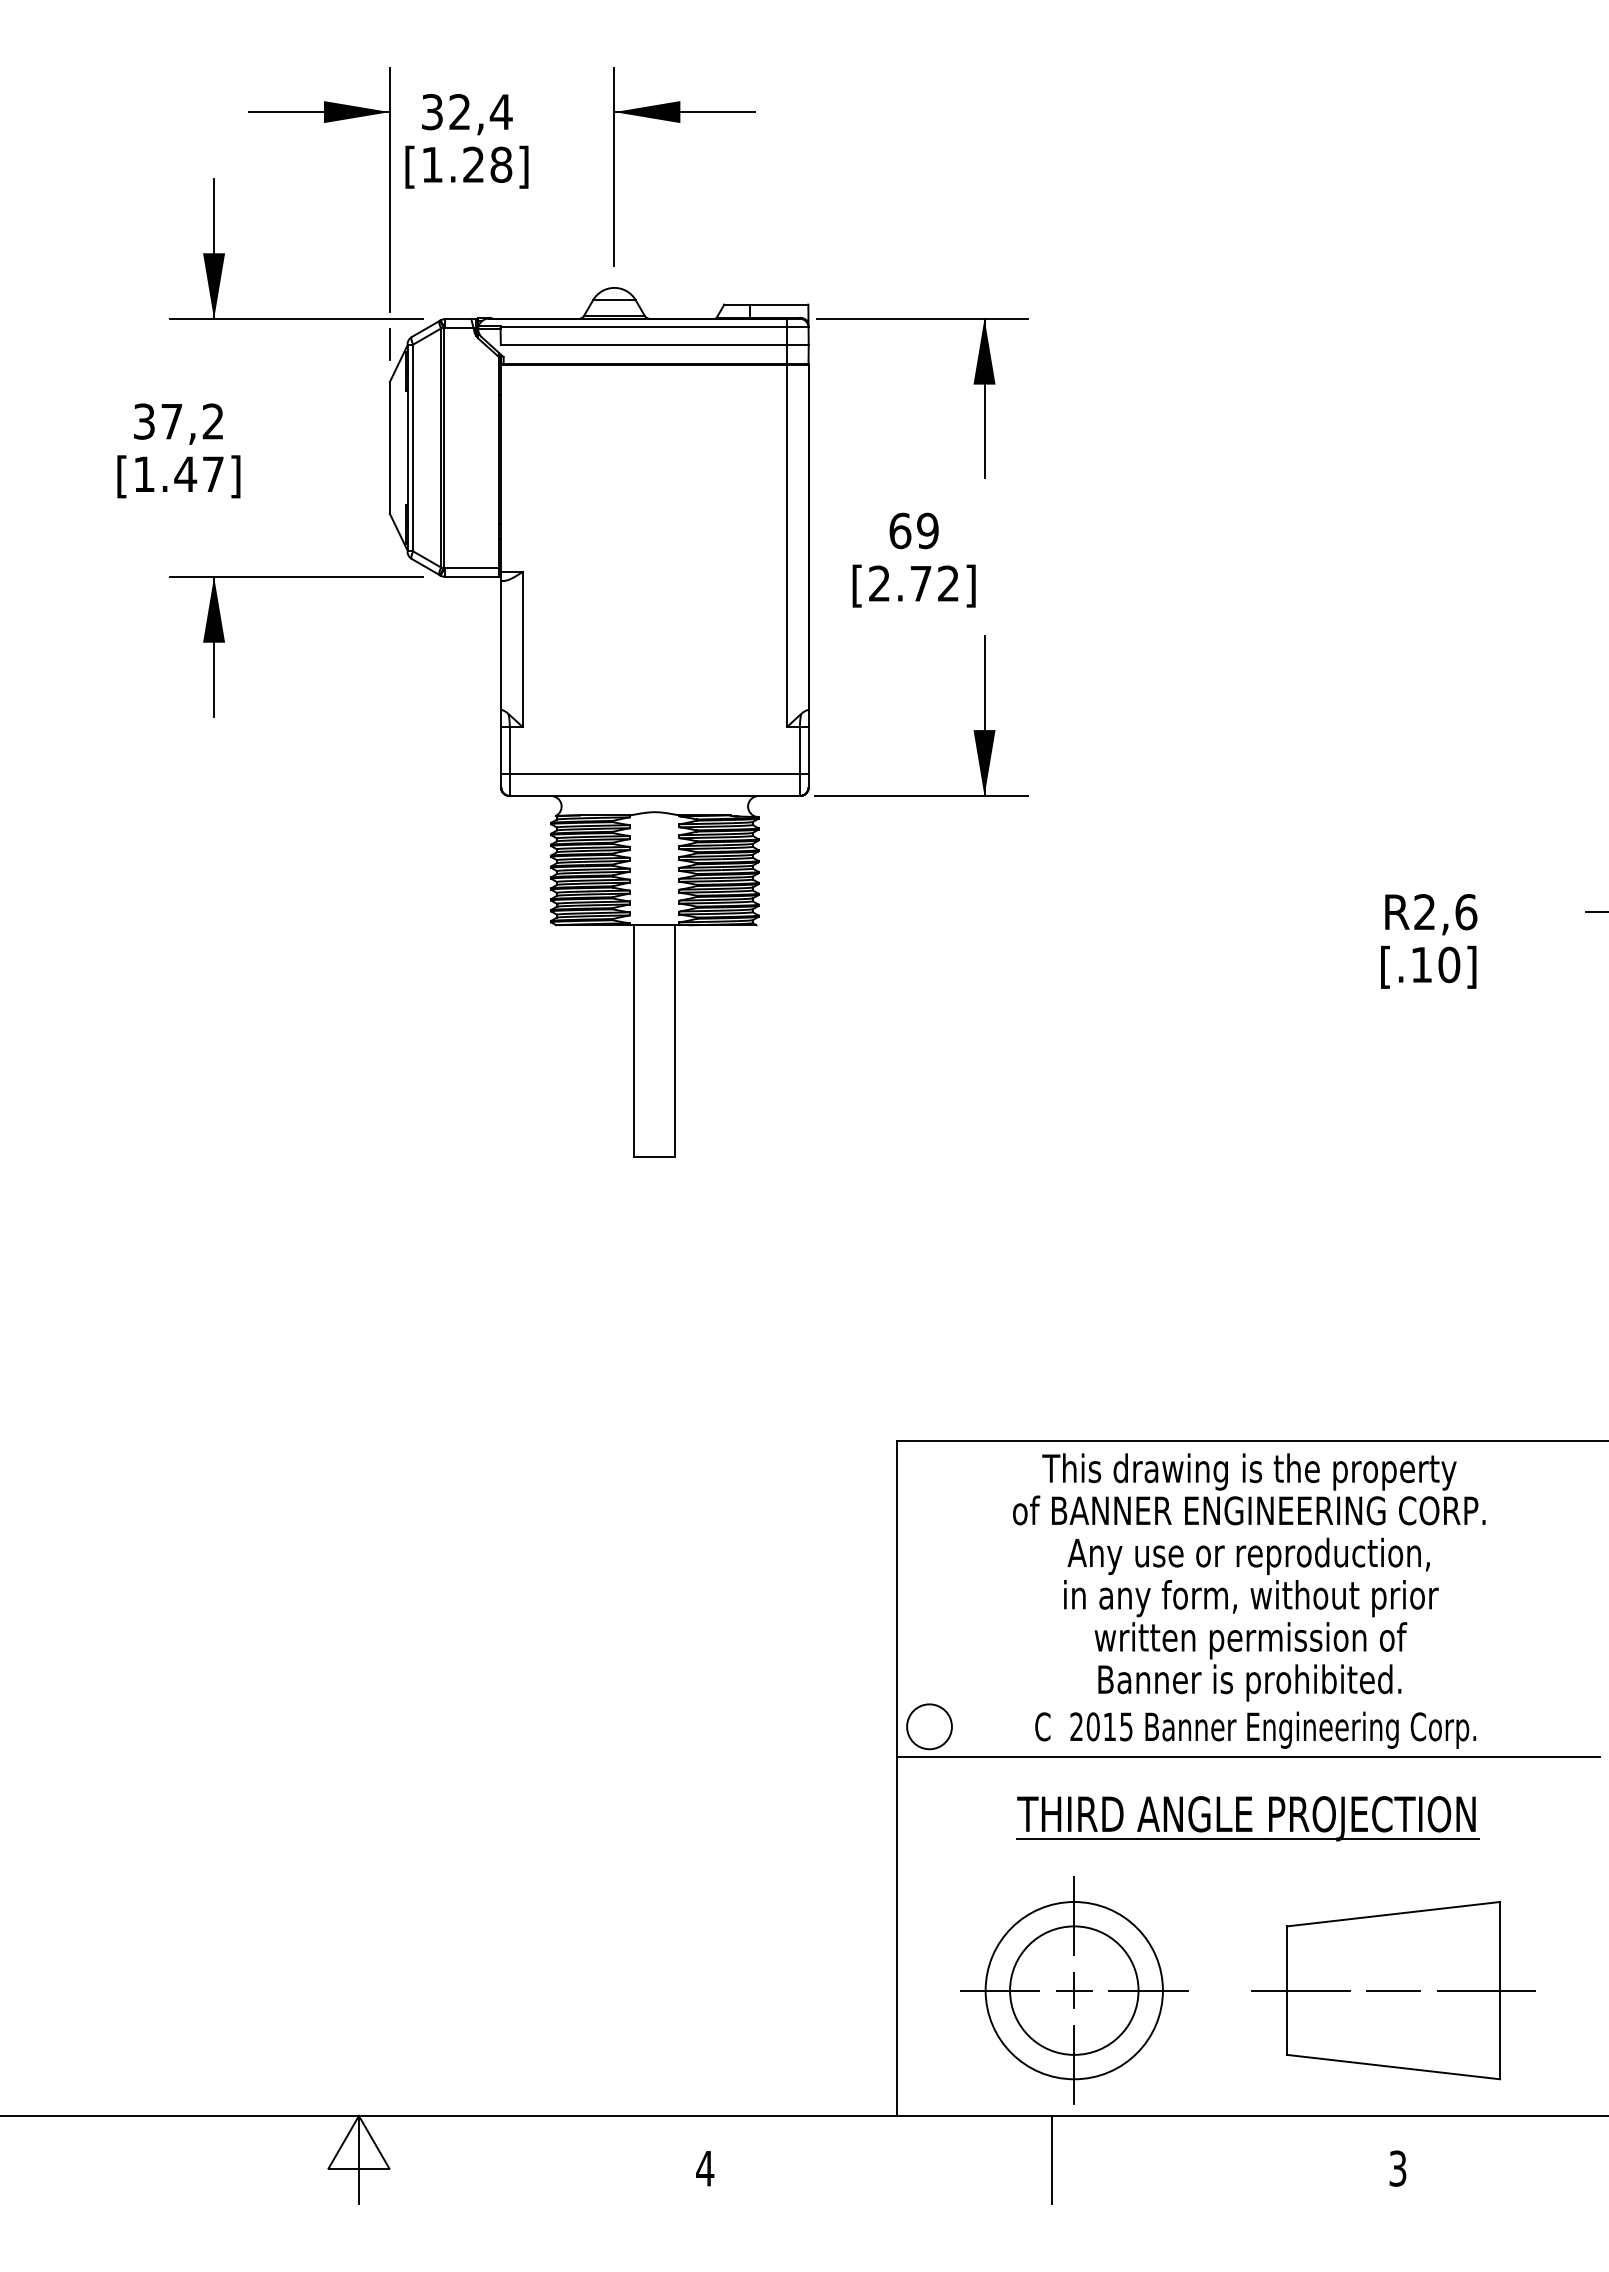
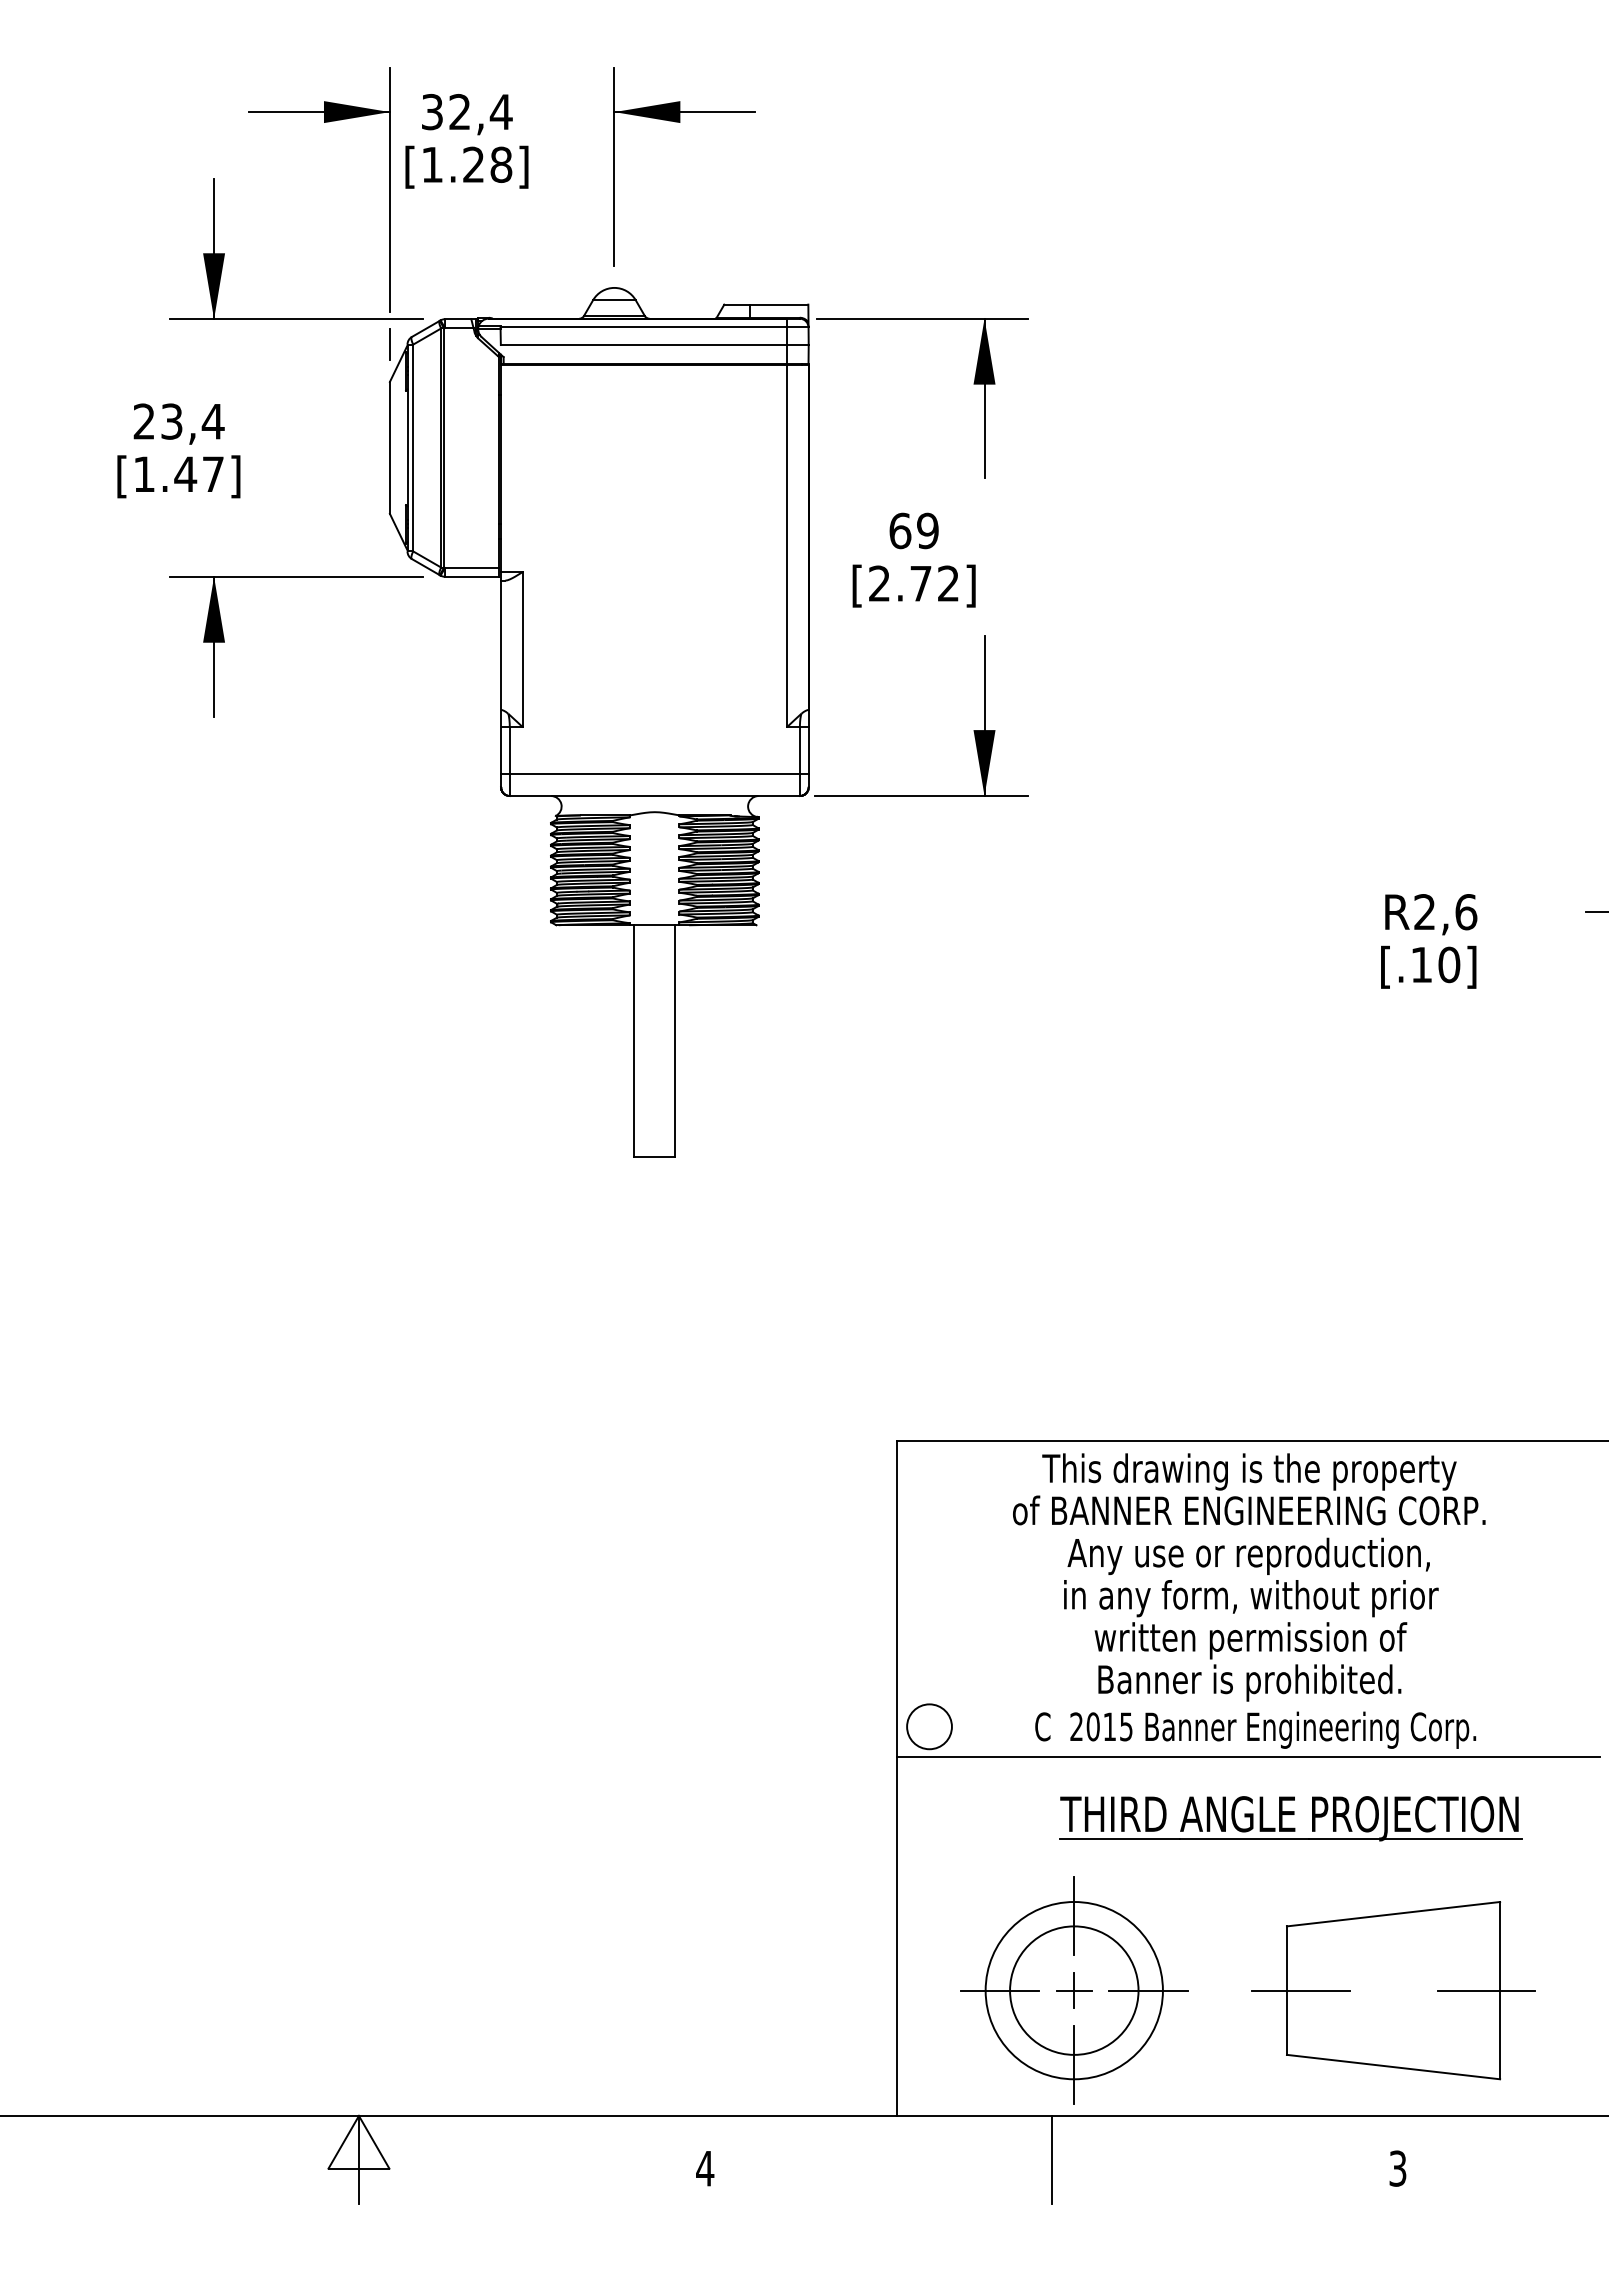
text at (178, 421): 37,2 -> 23,4
part at (1247, 1818) position: (1247, 1818) -> (1290, 1818)
line at (1393, 1990): present -> none
